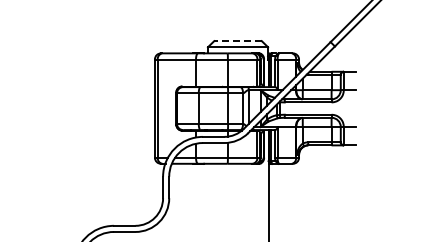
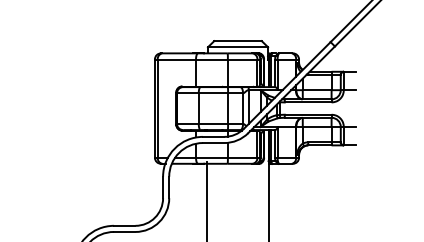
line at (238, 41): dashed -> solid
line at (207, 199): none -> present
